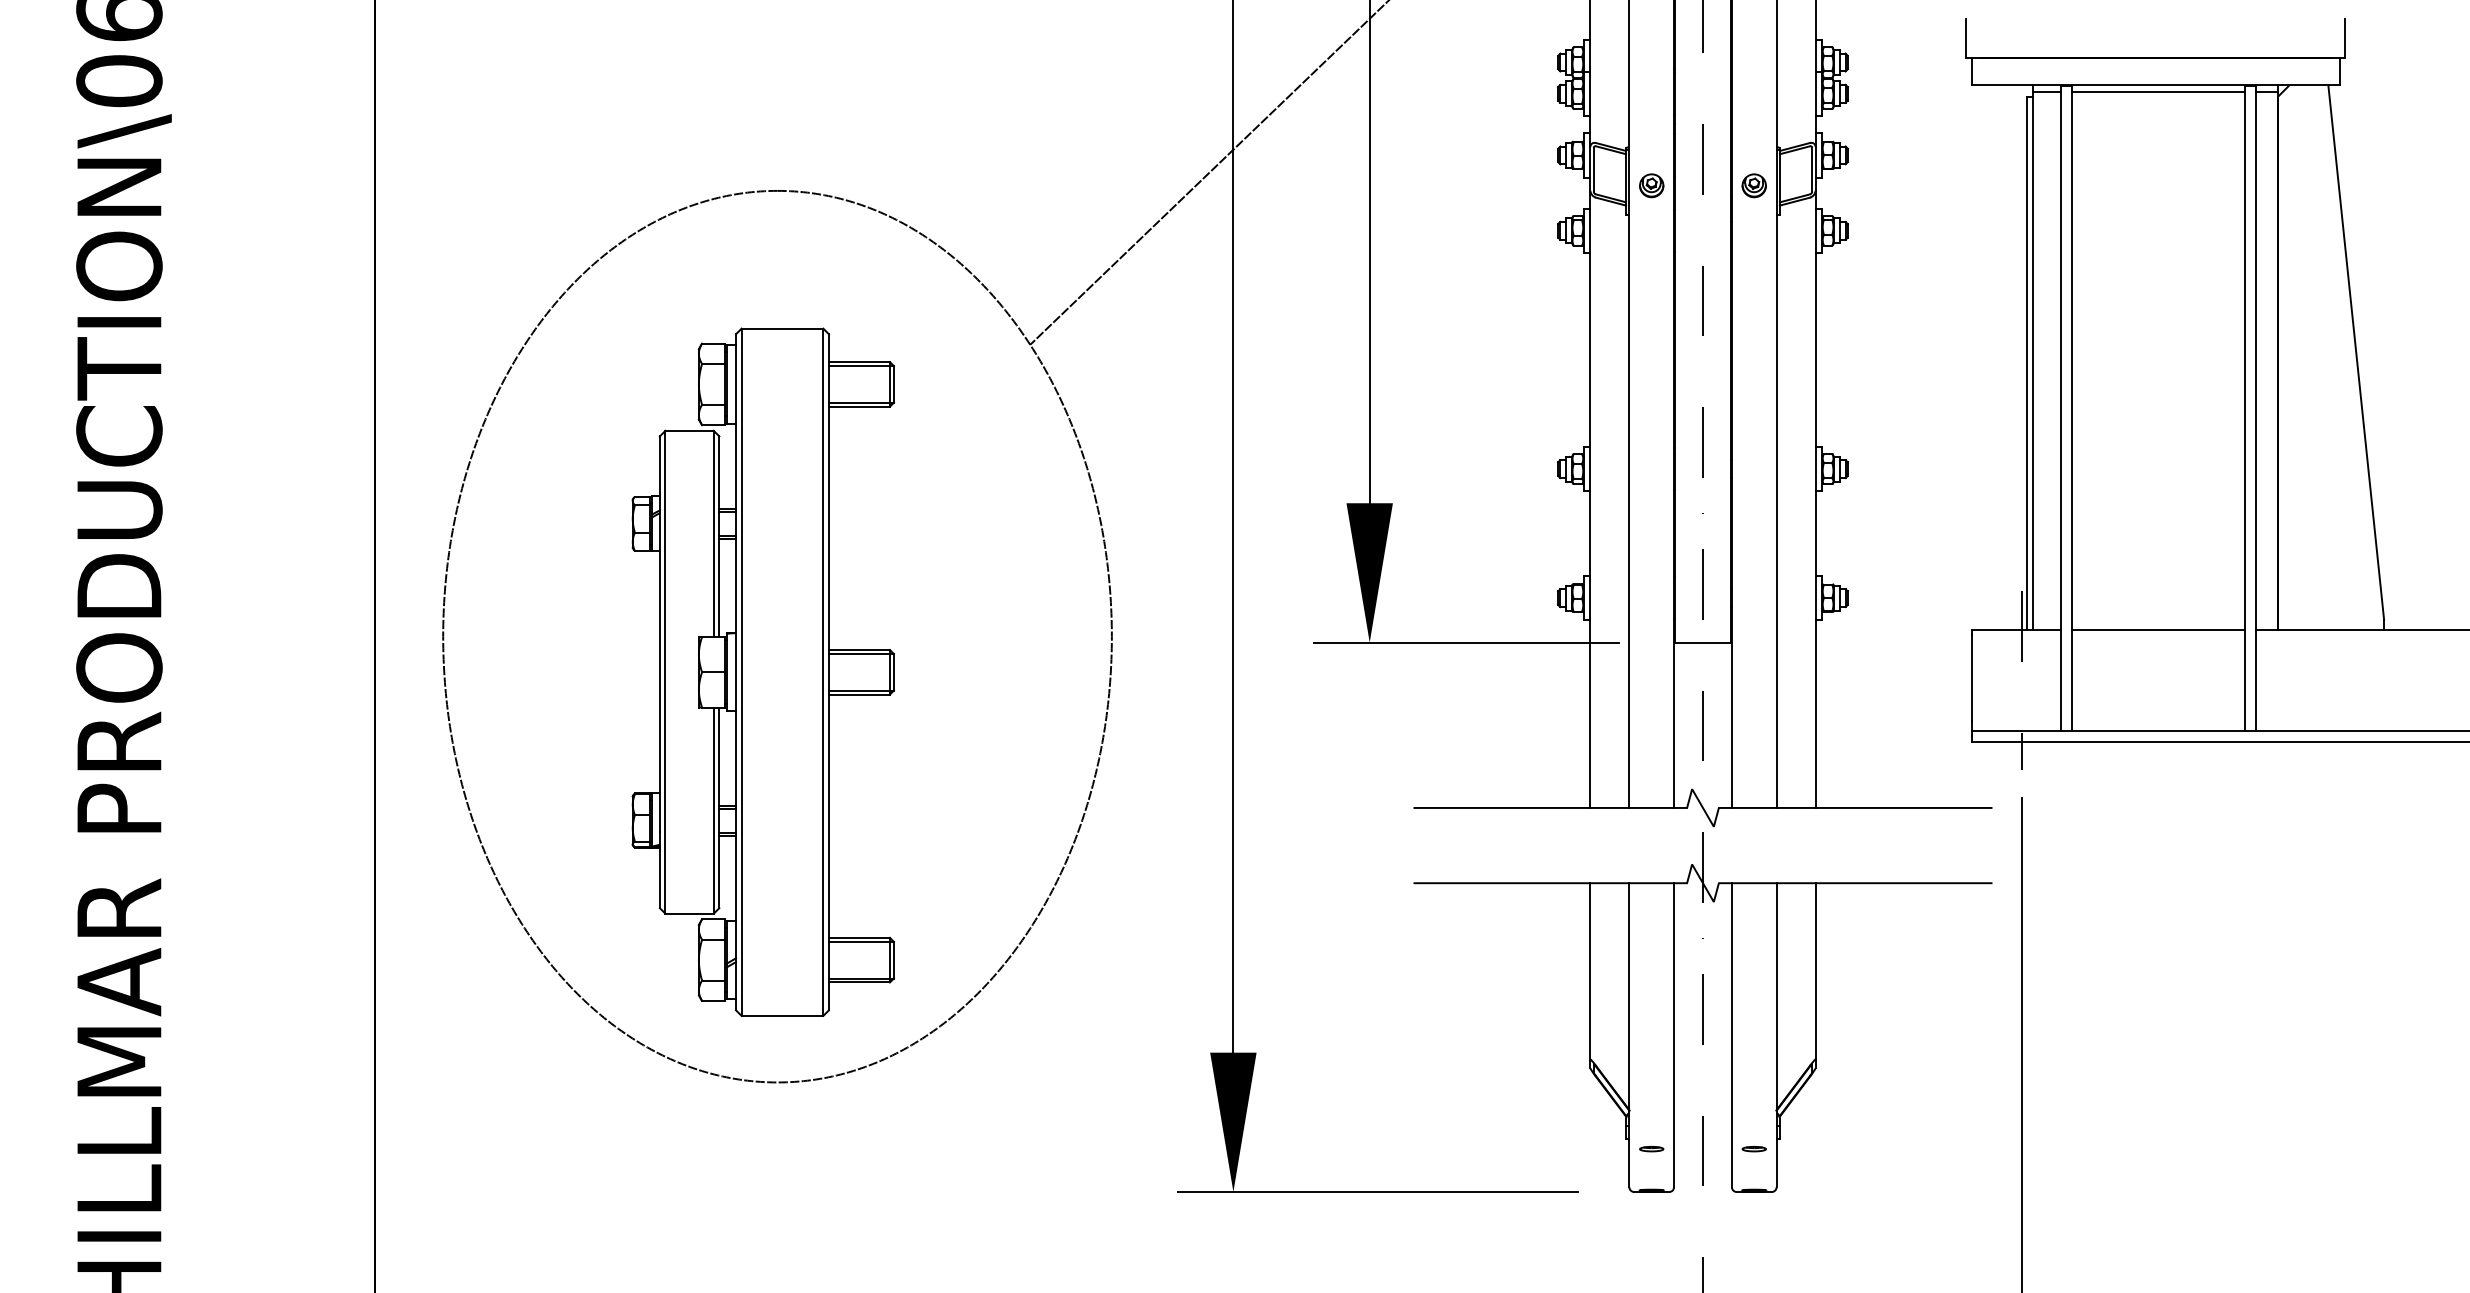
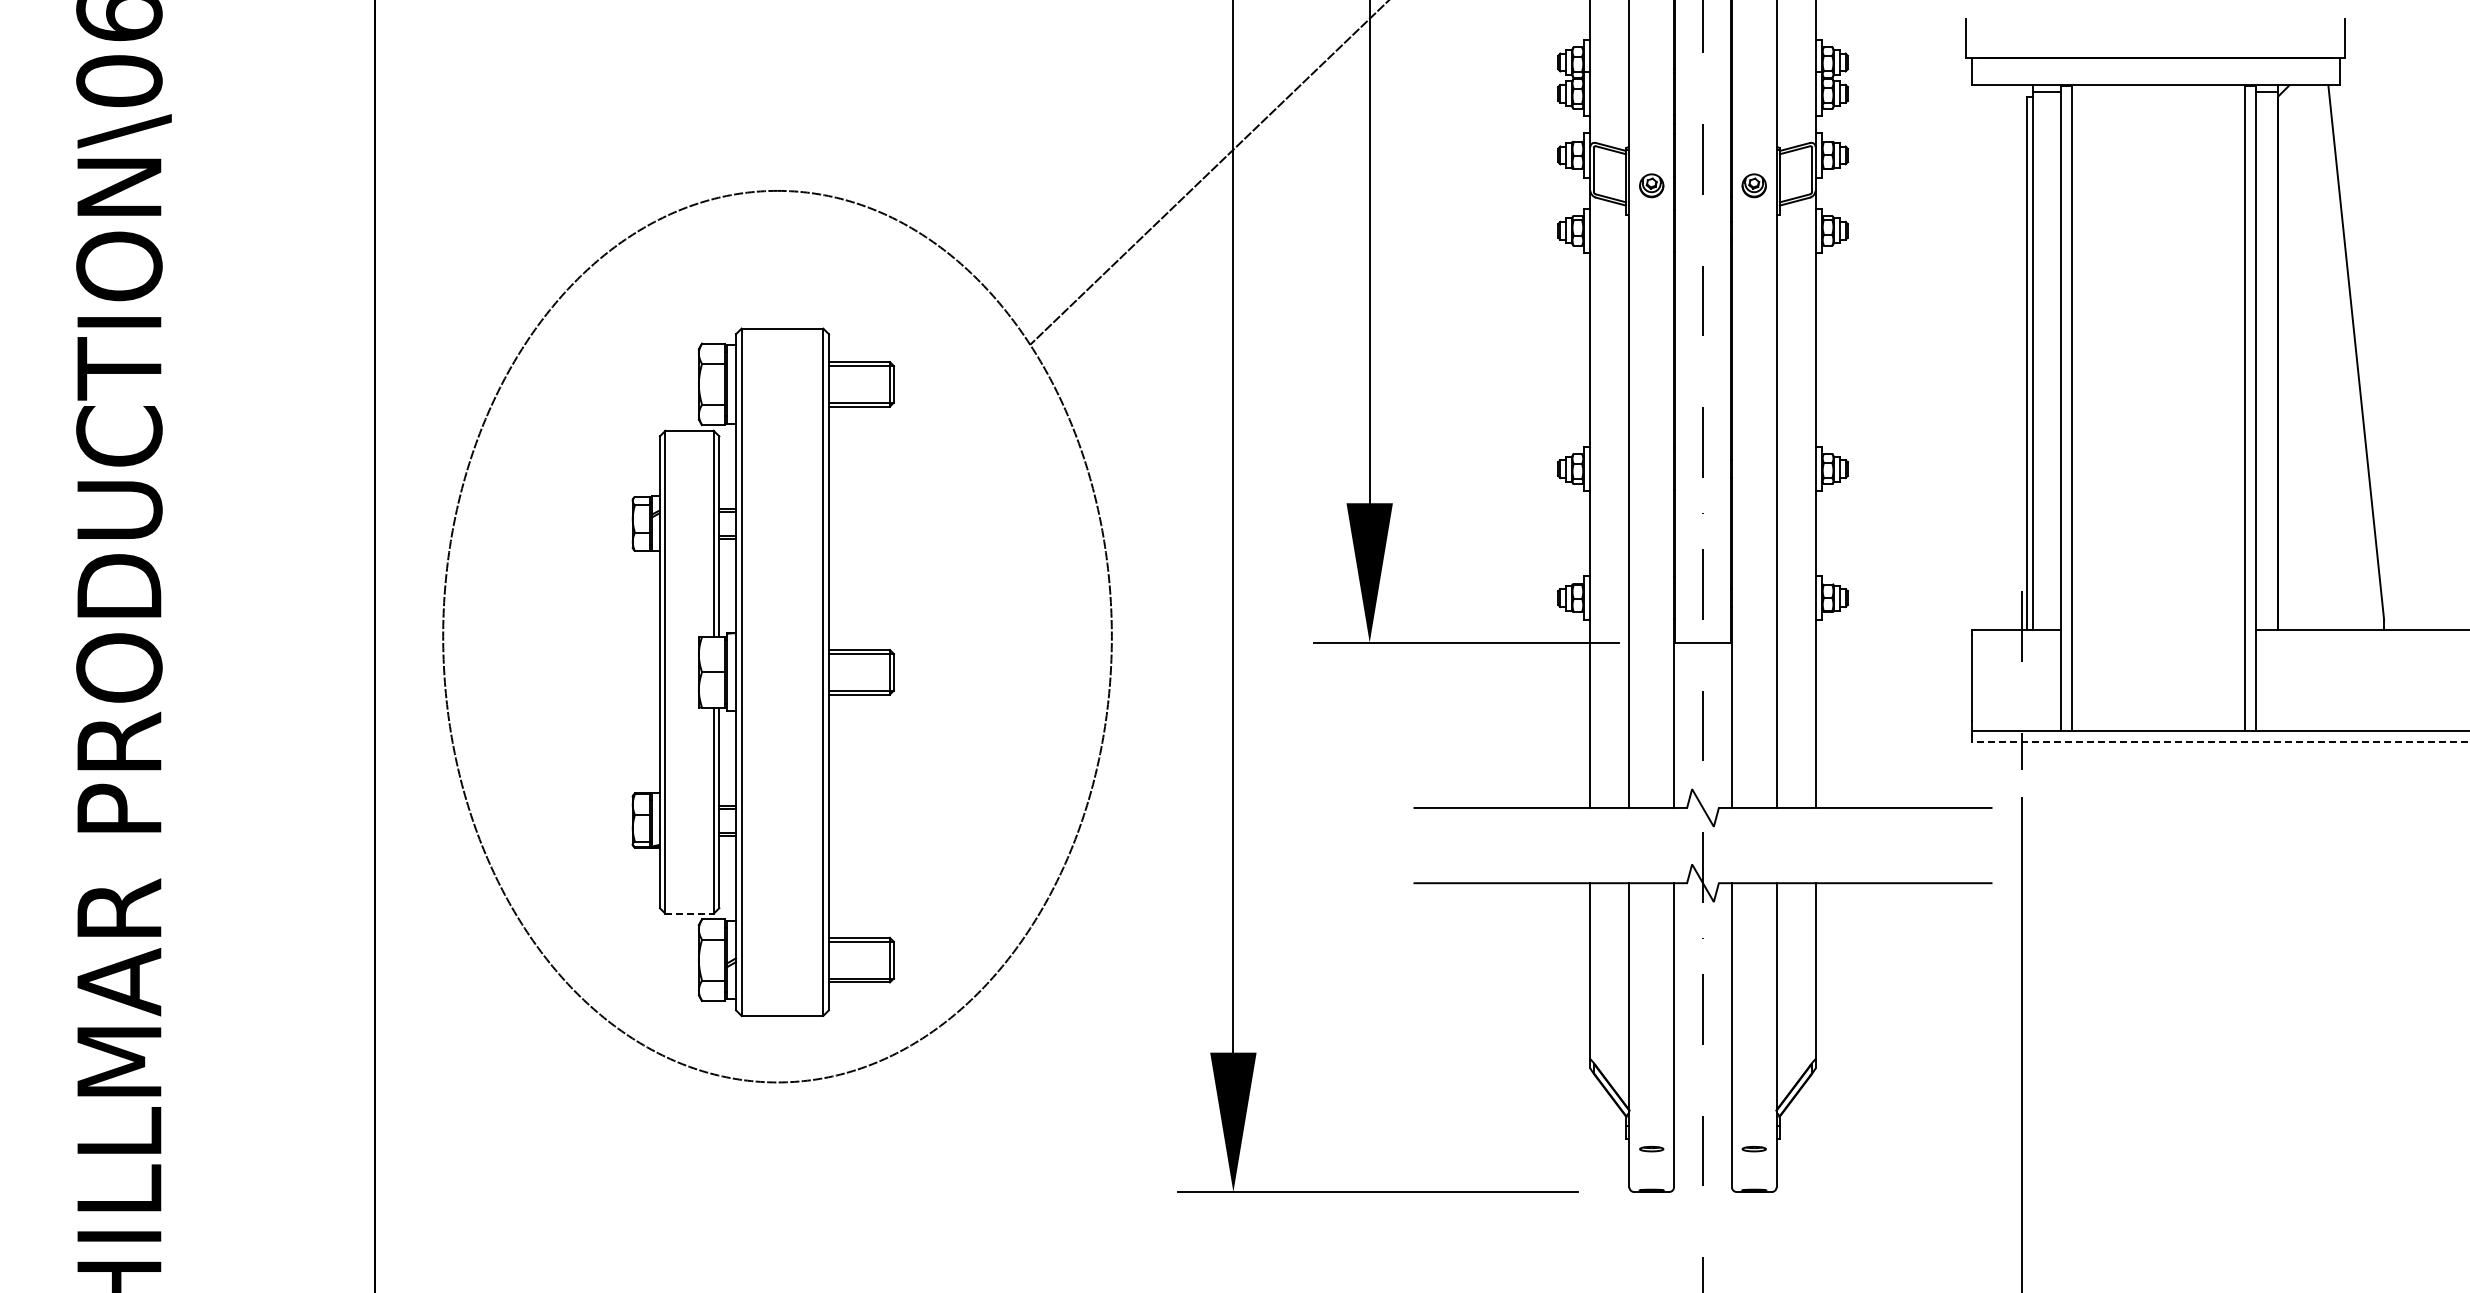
line at (2158, 92): present -> none
line at (2158, 630): present -> none
line at (2220, 741): solid -> dashed
line at (690, 913): solid -> dashed
